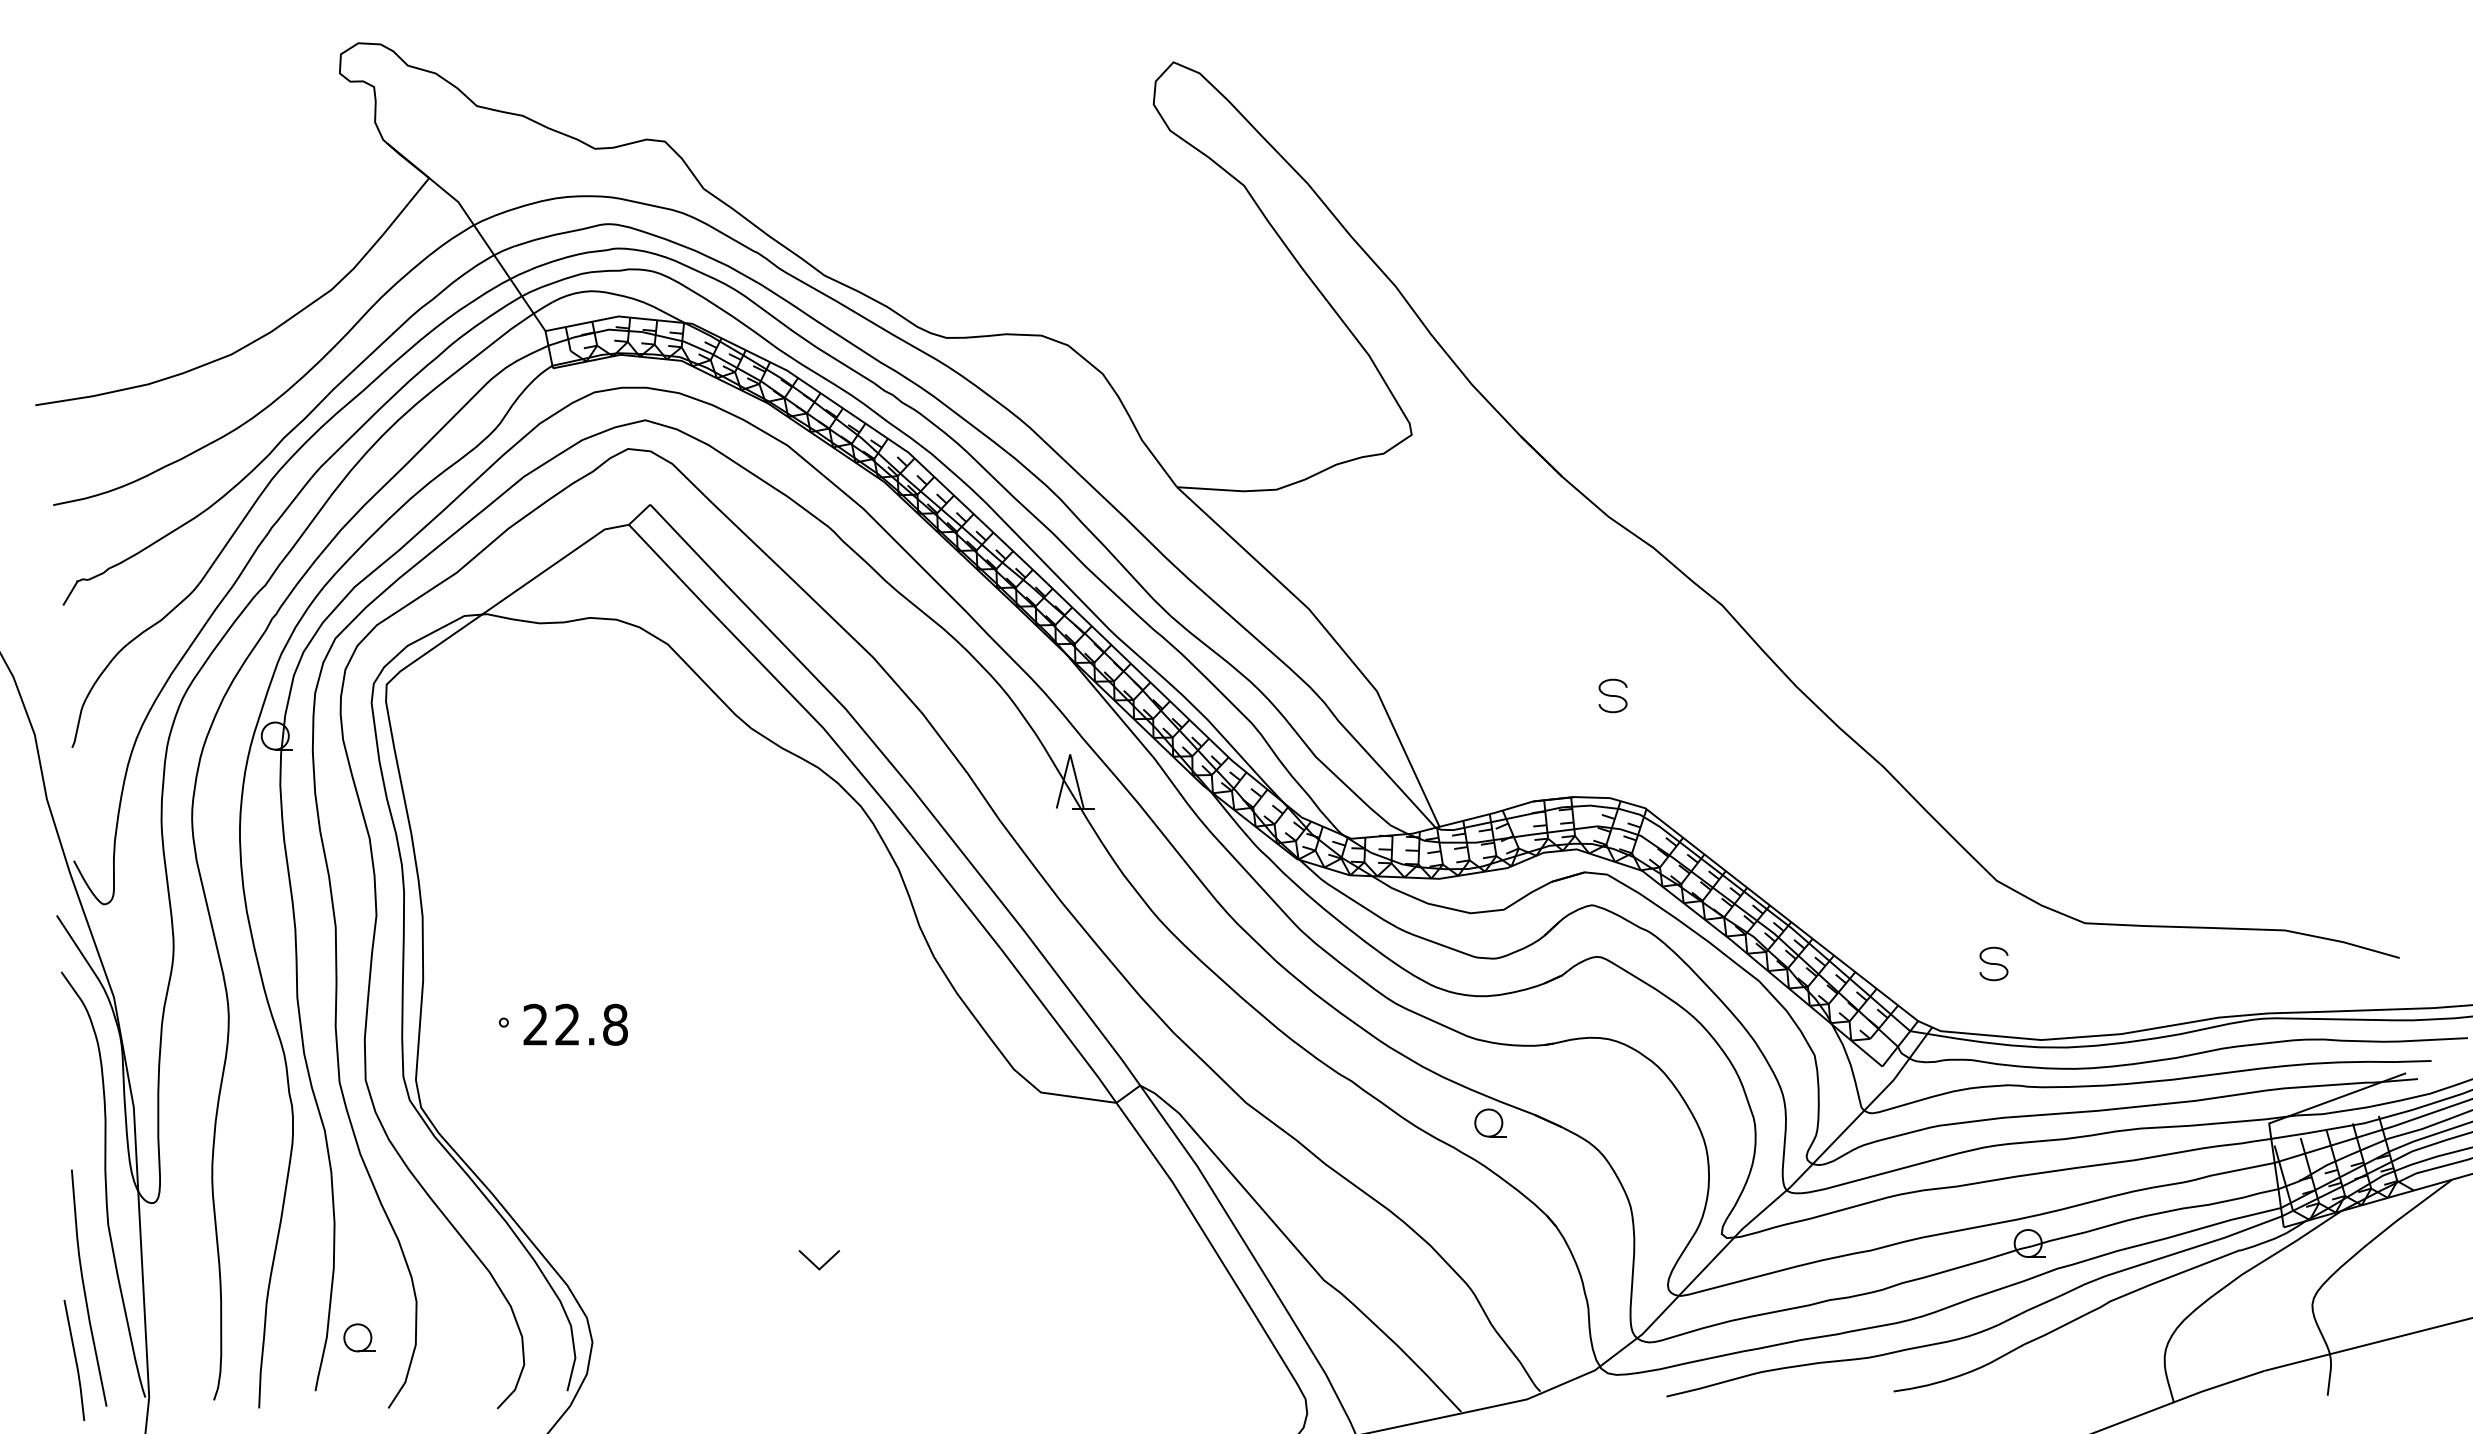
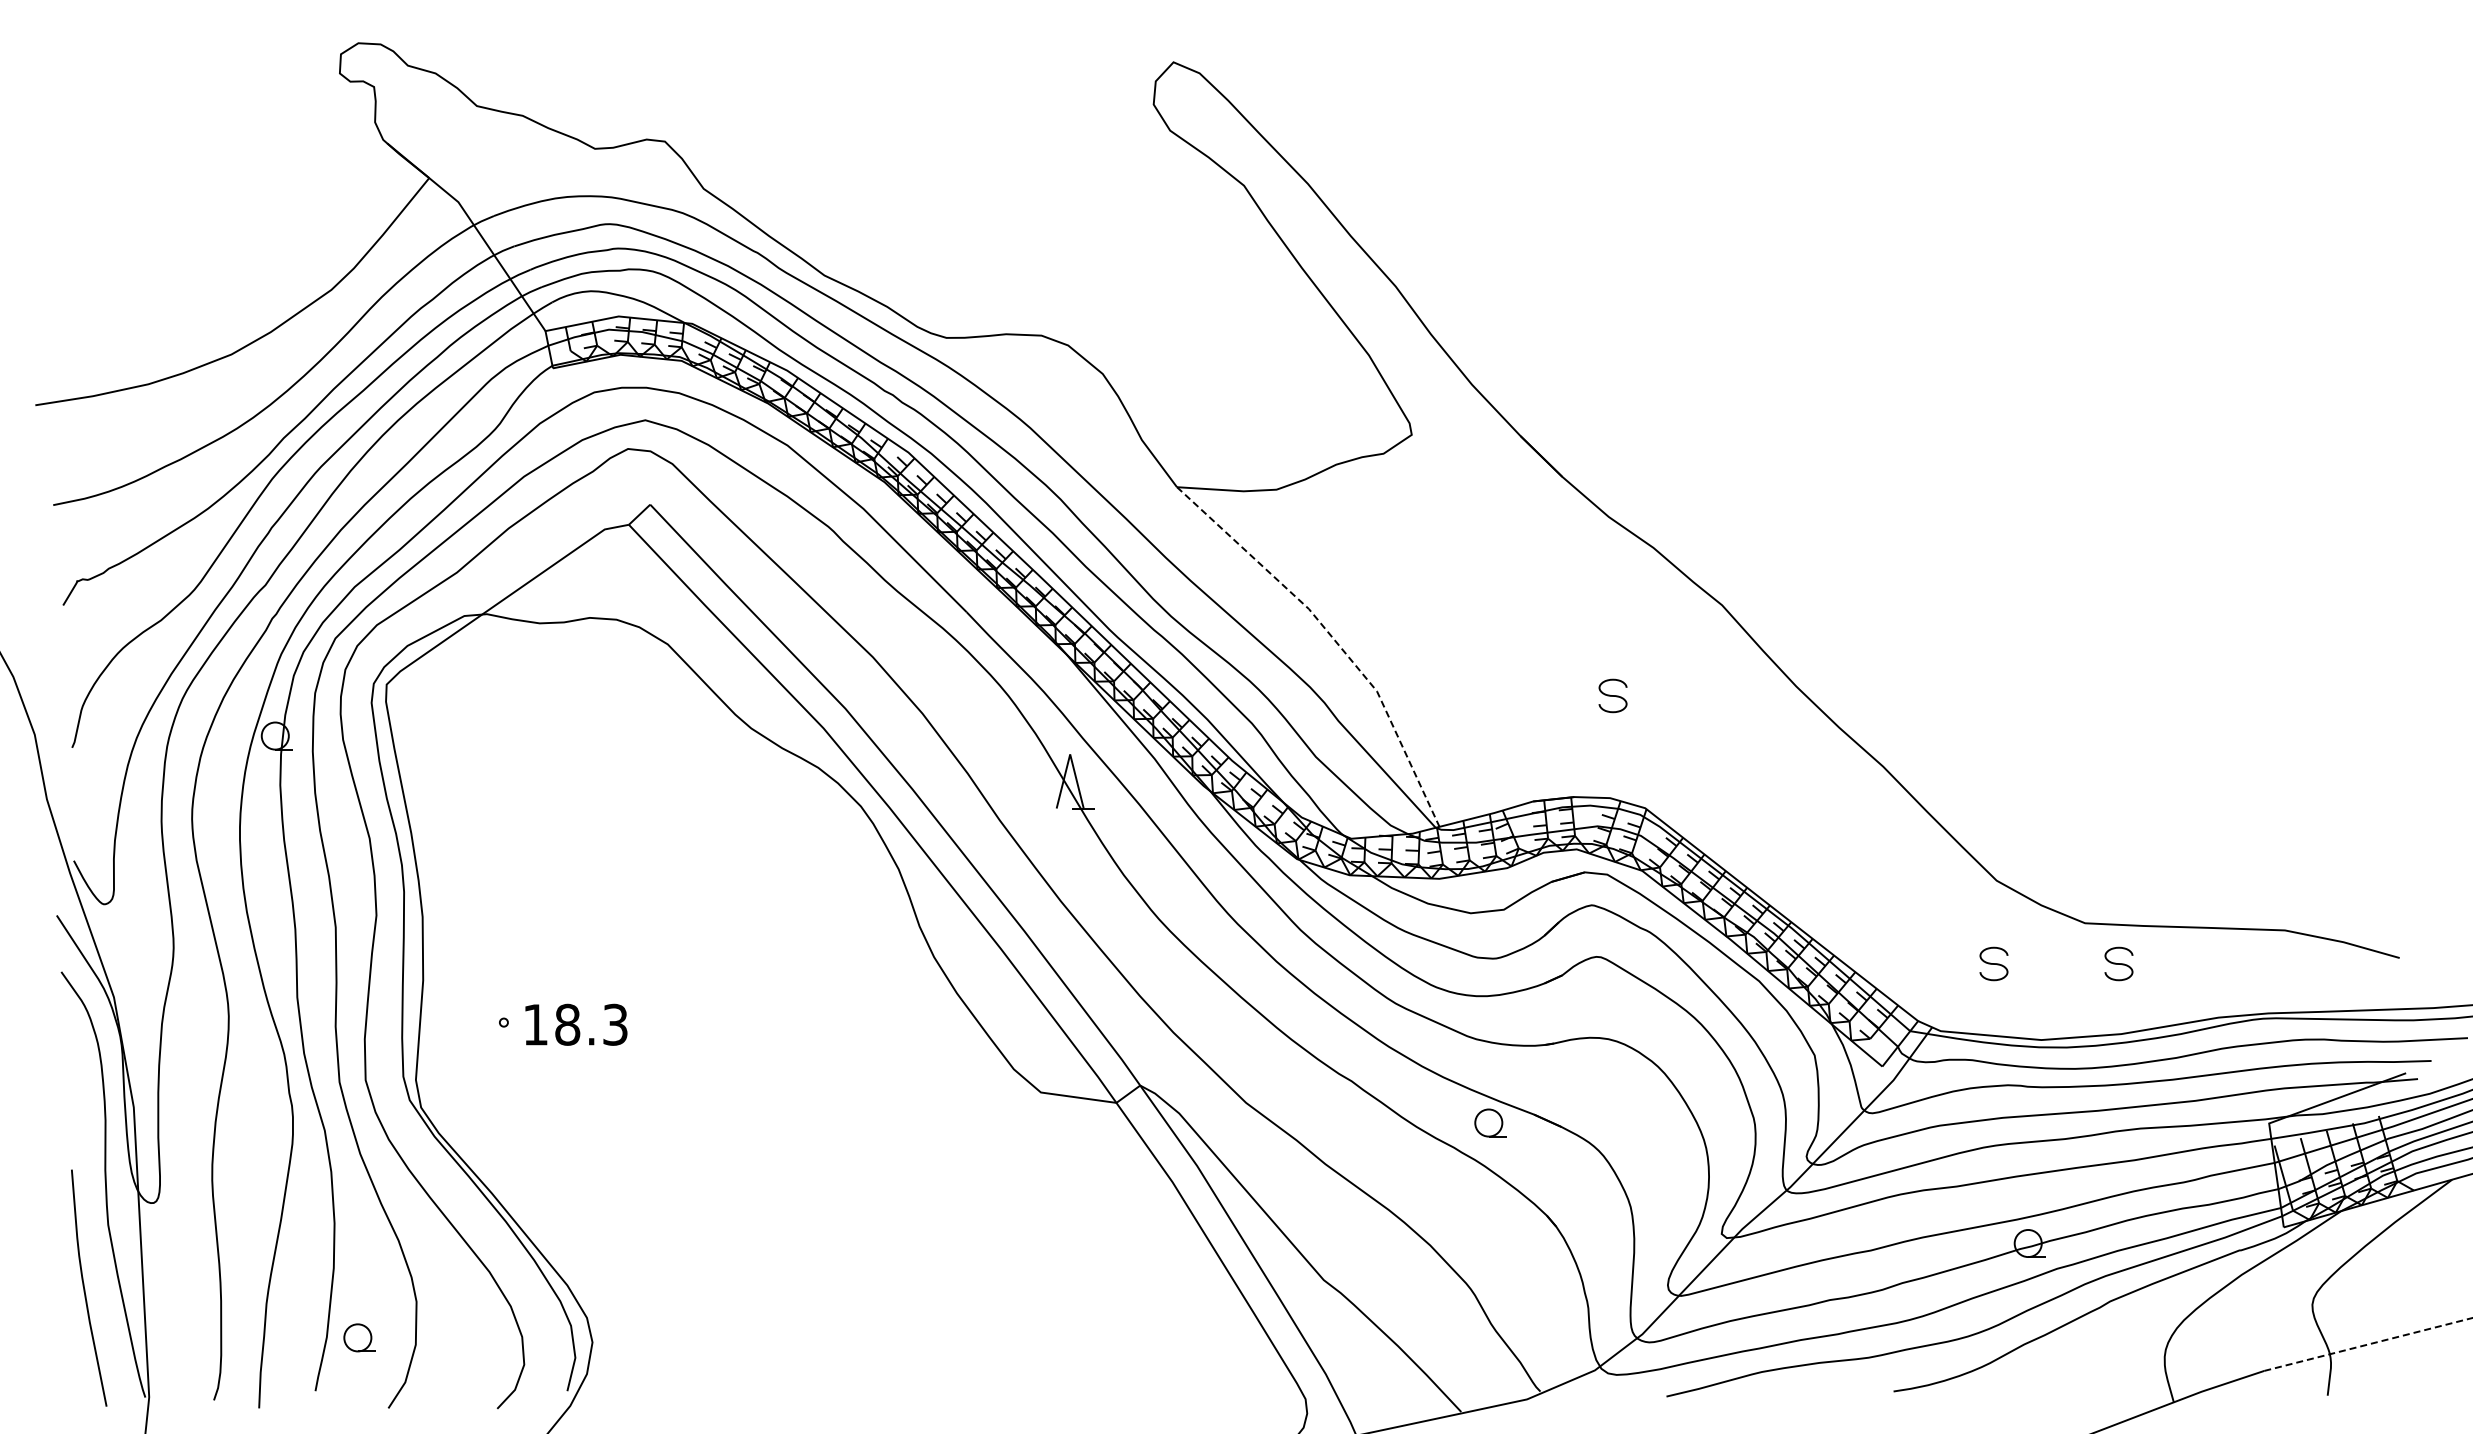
line at (1333, 638): solid -> dashed
part at (2118, 963): none -> present
text at (575, 1024): 22.8 -> 18.3
part at (819, 1260): present -> none
line at (2368, 1344): solid -> dashed
line at (74, 1358): present -> none
